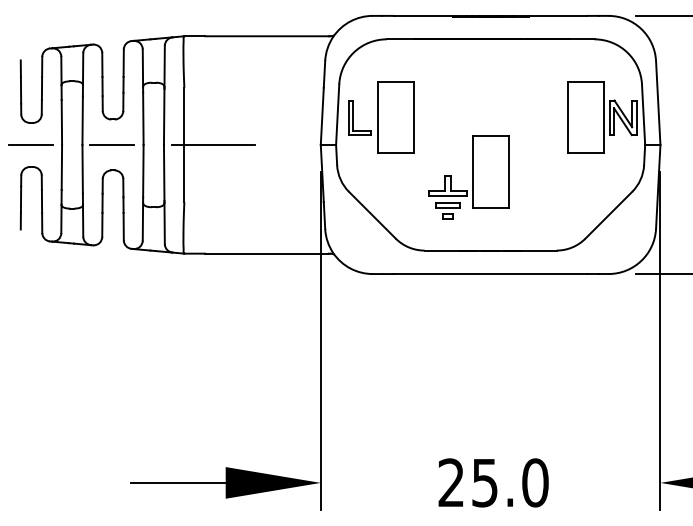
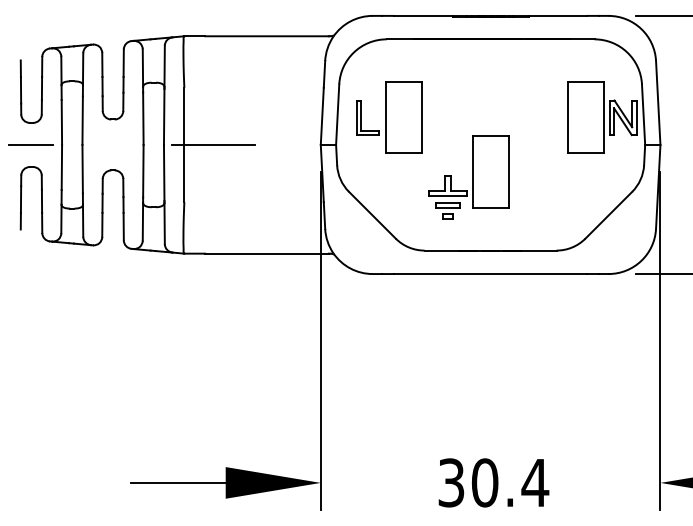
part at (381, 117) position: (381, 117) -> (389, 117)
line at (112, 144): present -> none
text at (493, 482): 25.0 -> 30.4
